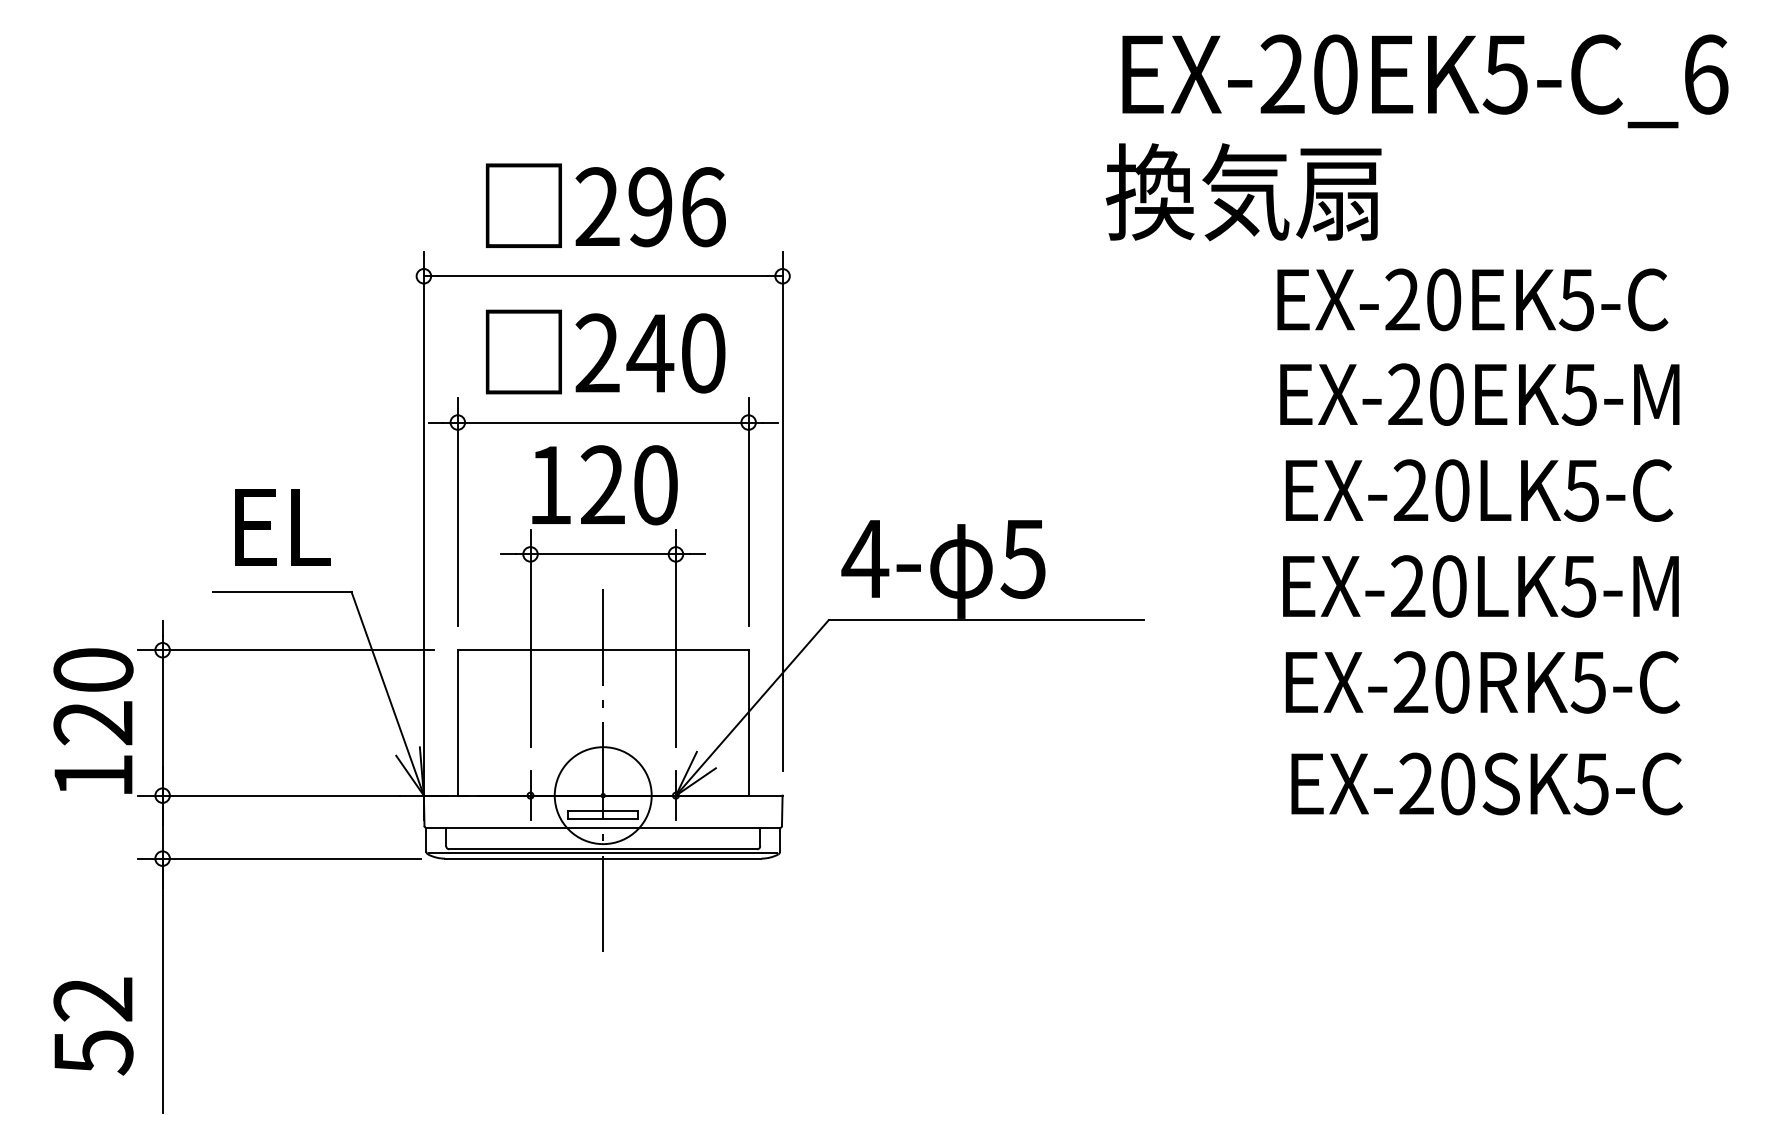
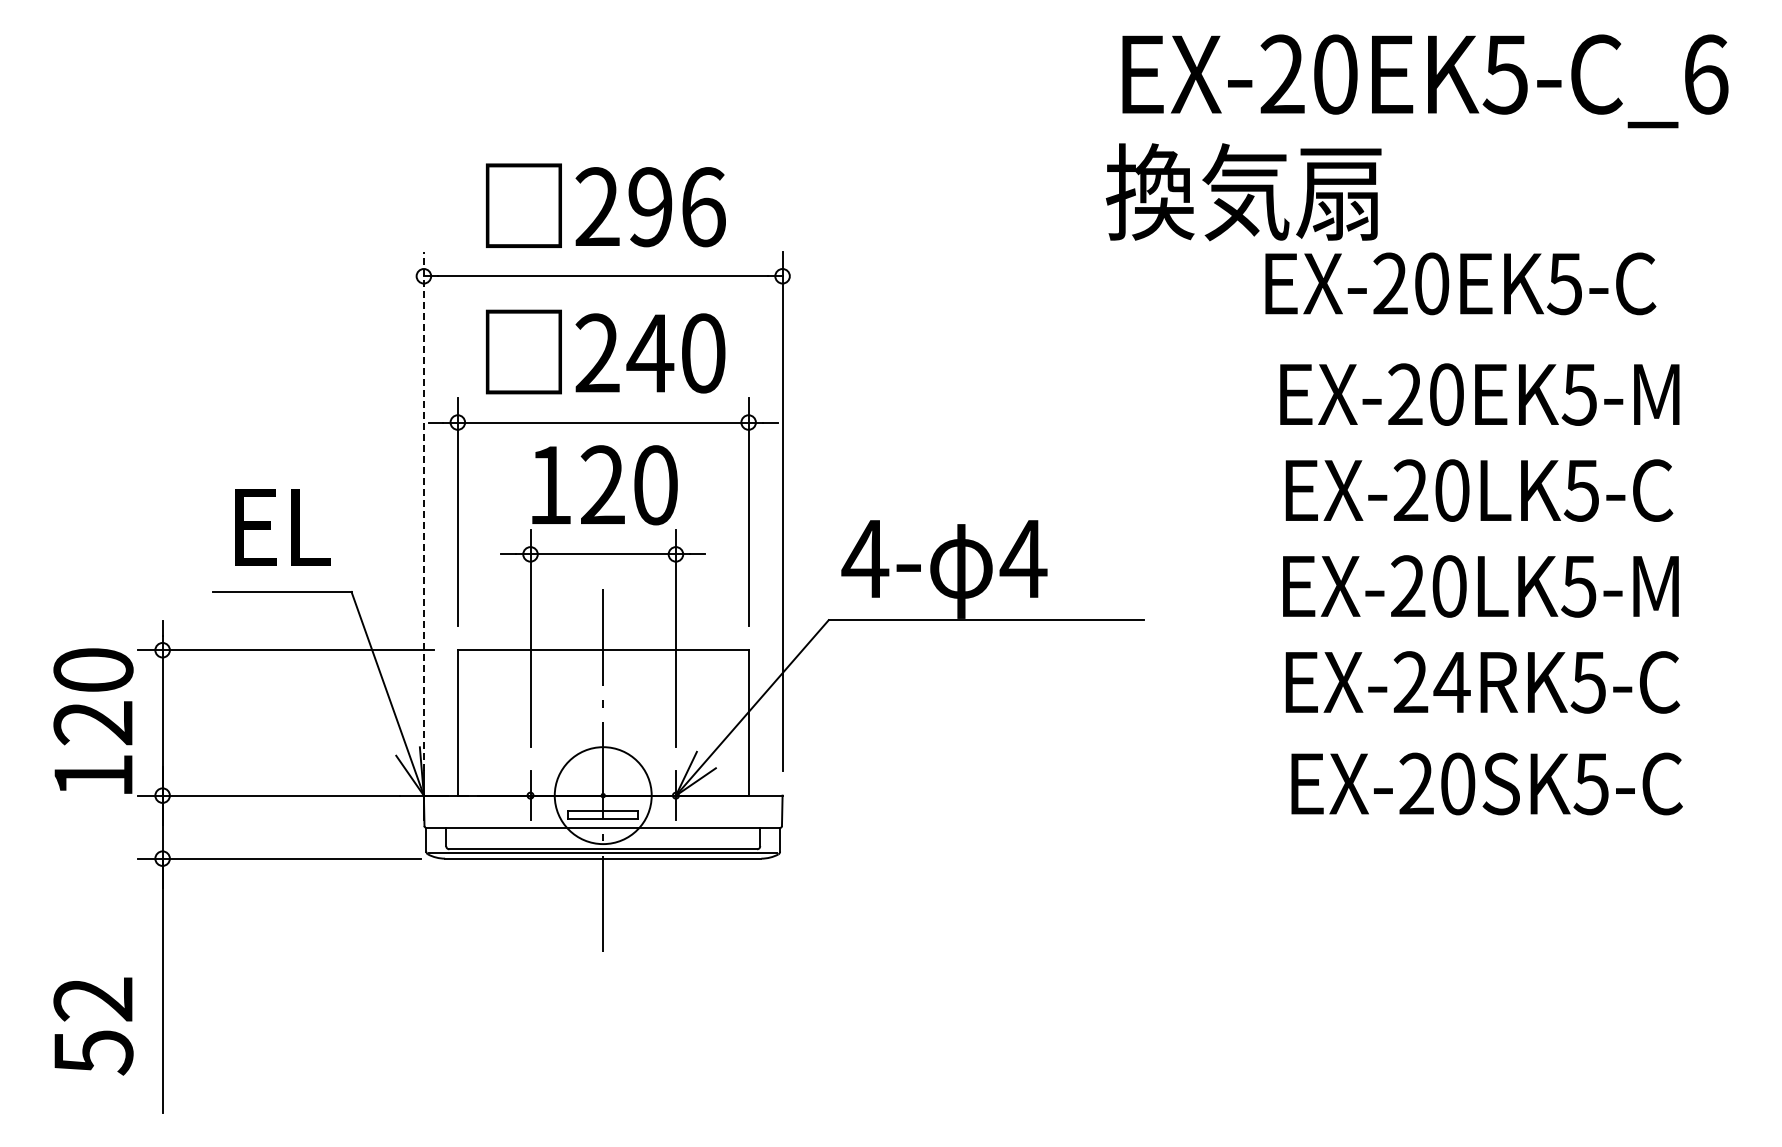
text at (1472, 299) position: (1472, 299) -> (1460, 283)
line at (423, 511): solid -> dashed
text at (1023, 559): 5 -> 4
text at (1451, 682): EX-20RK5-C -> EX-24RK5-C
